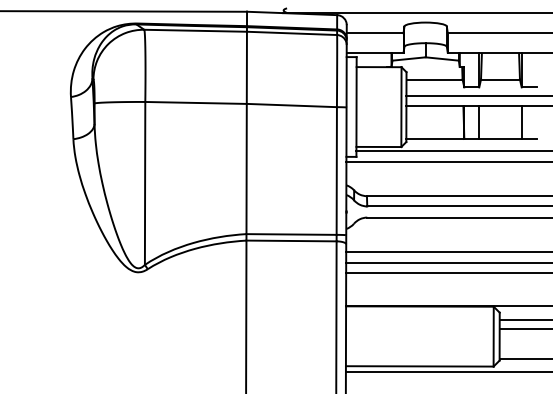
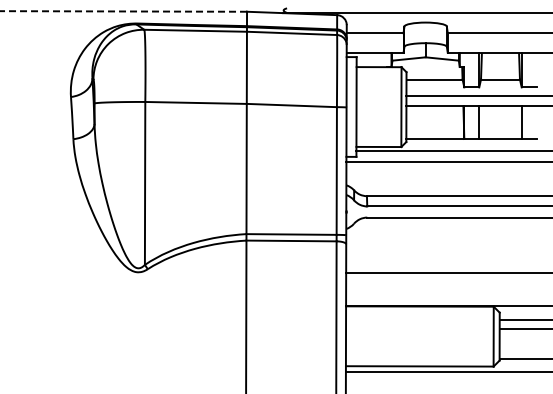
line at (123, 11): solid -> dashed
line at (447, 251): present -> none
line at (447, 262): present -> none
